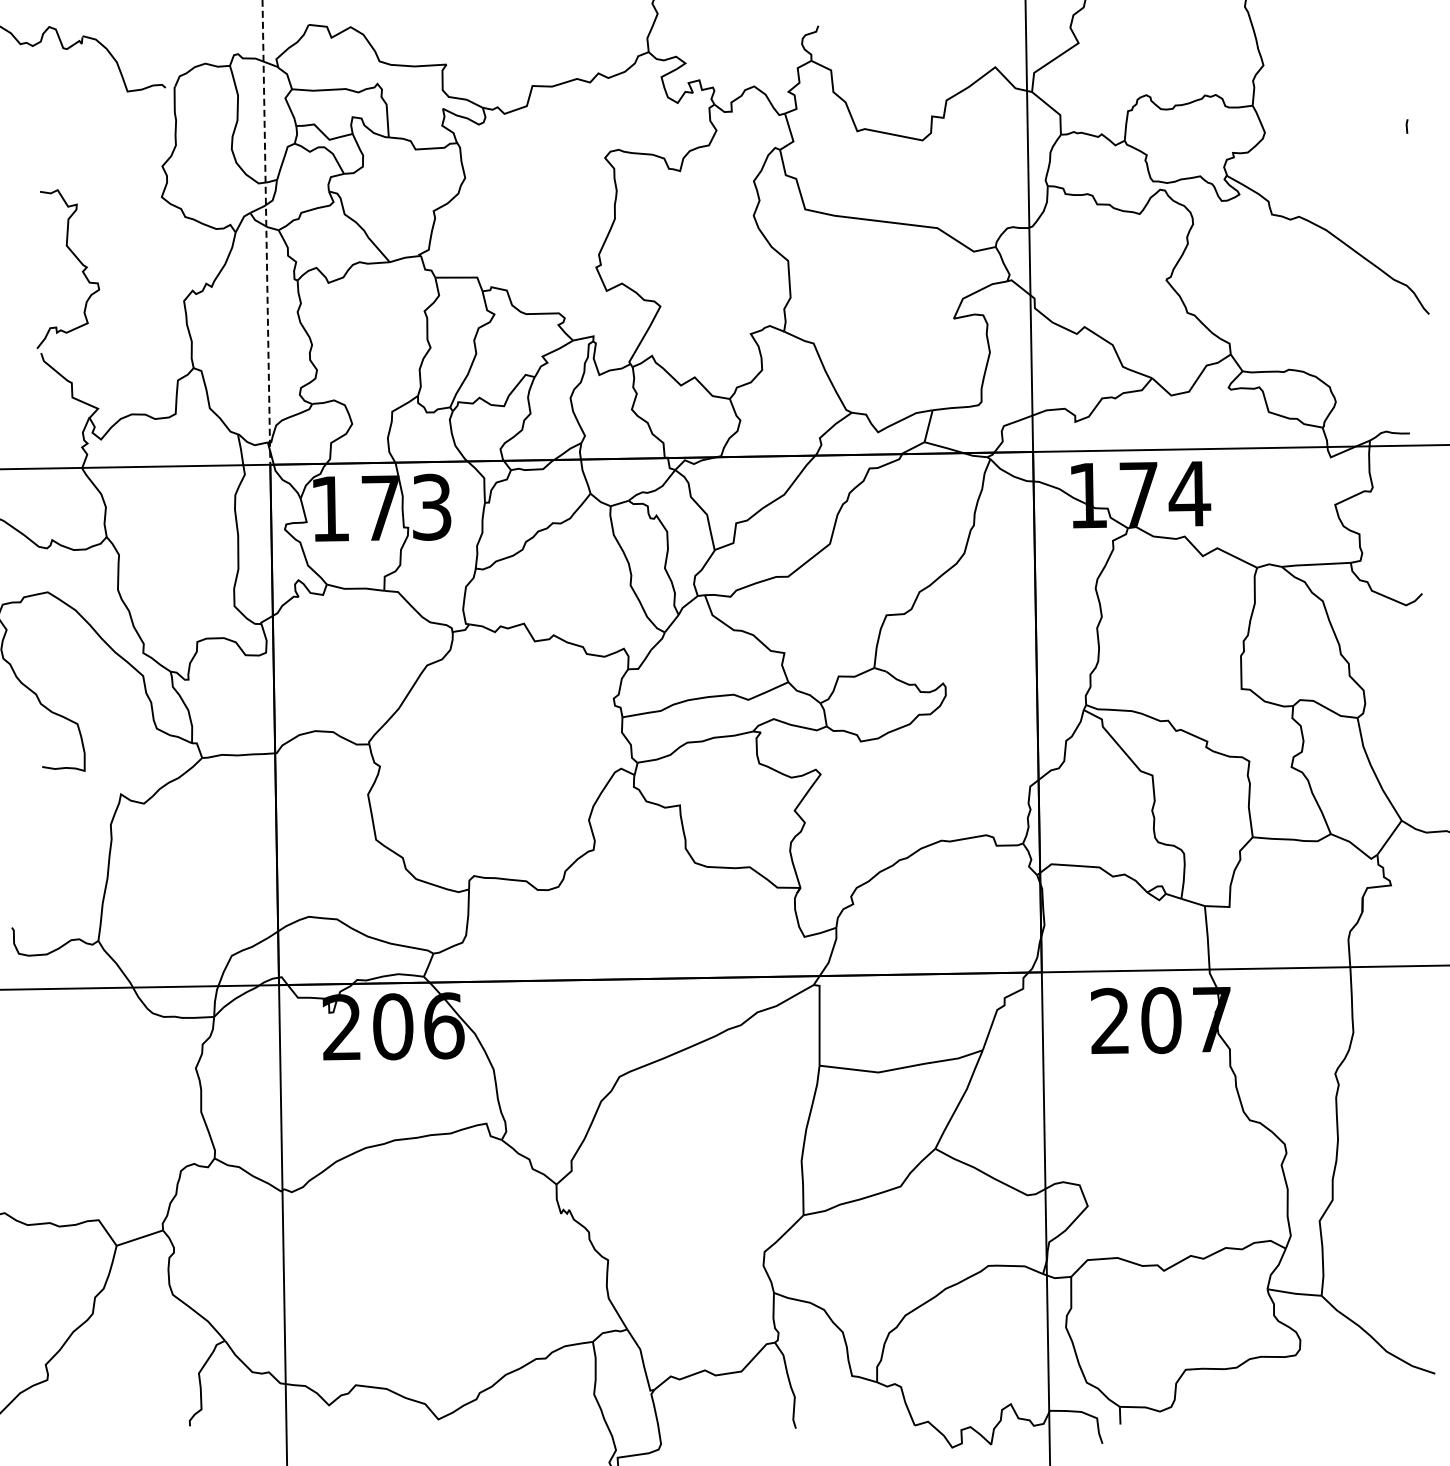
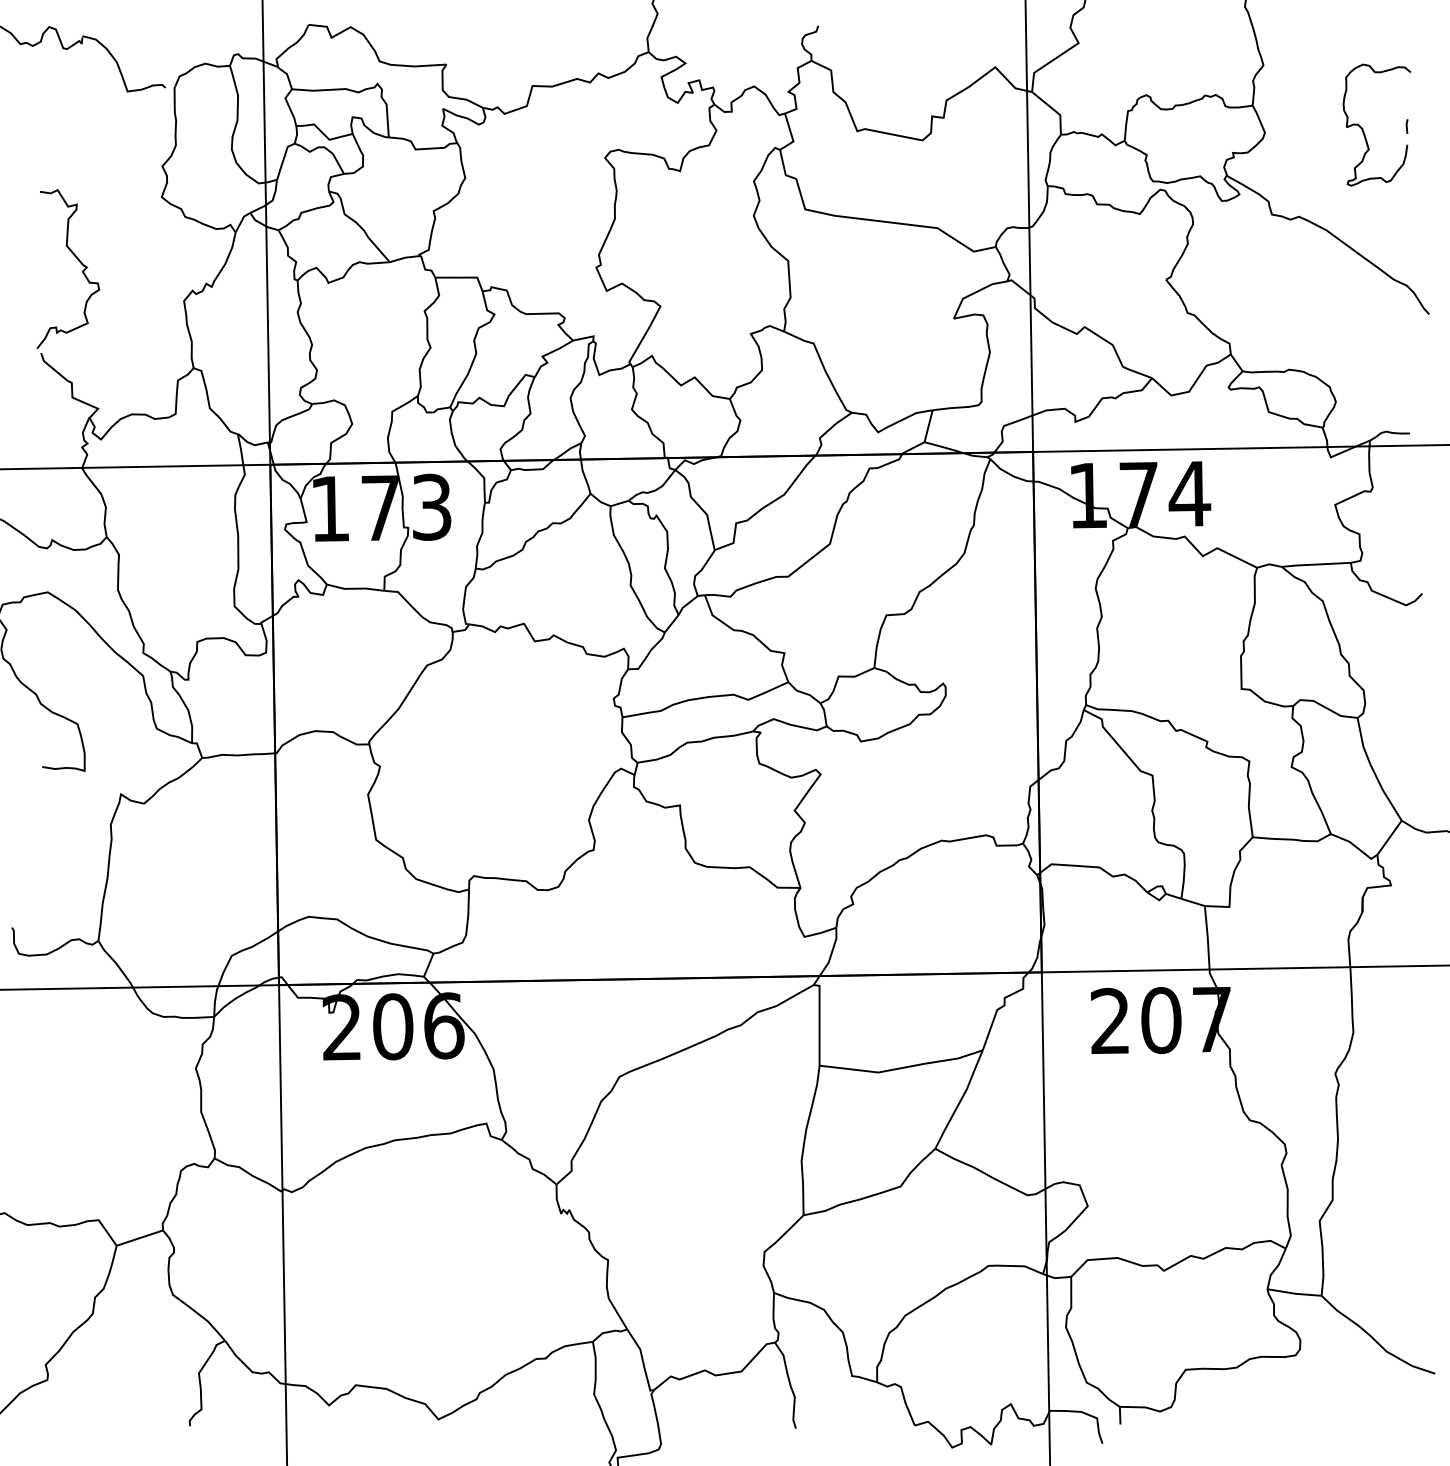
curve at (1363, 128): none -> present
line at (266, 232): dashed -> solid
